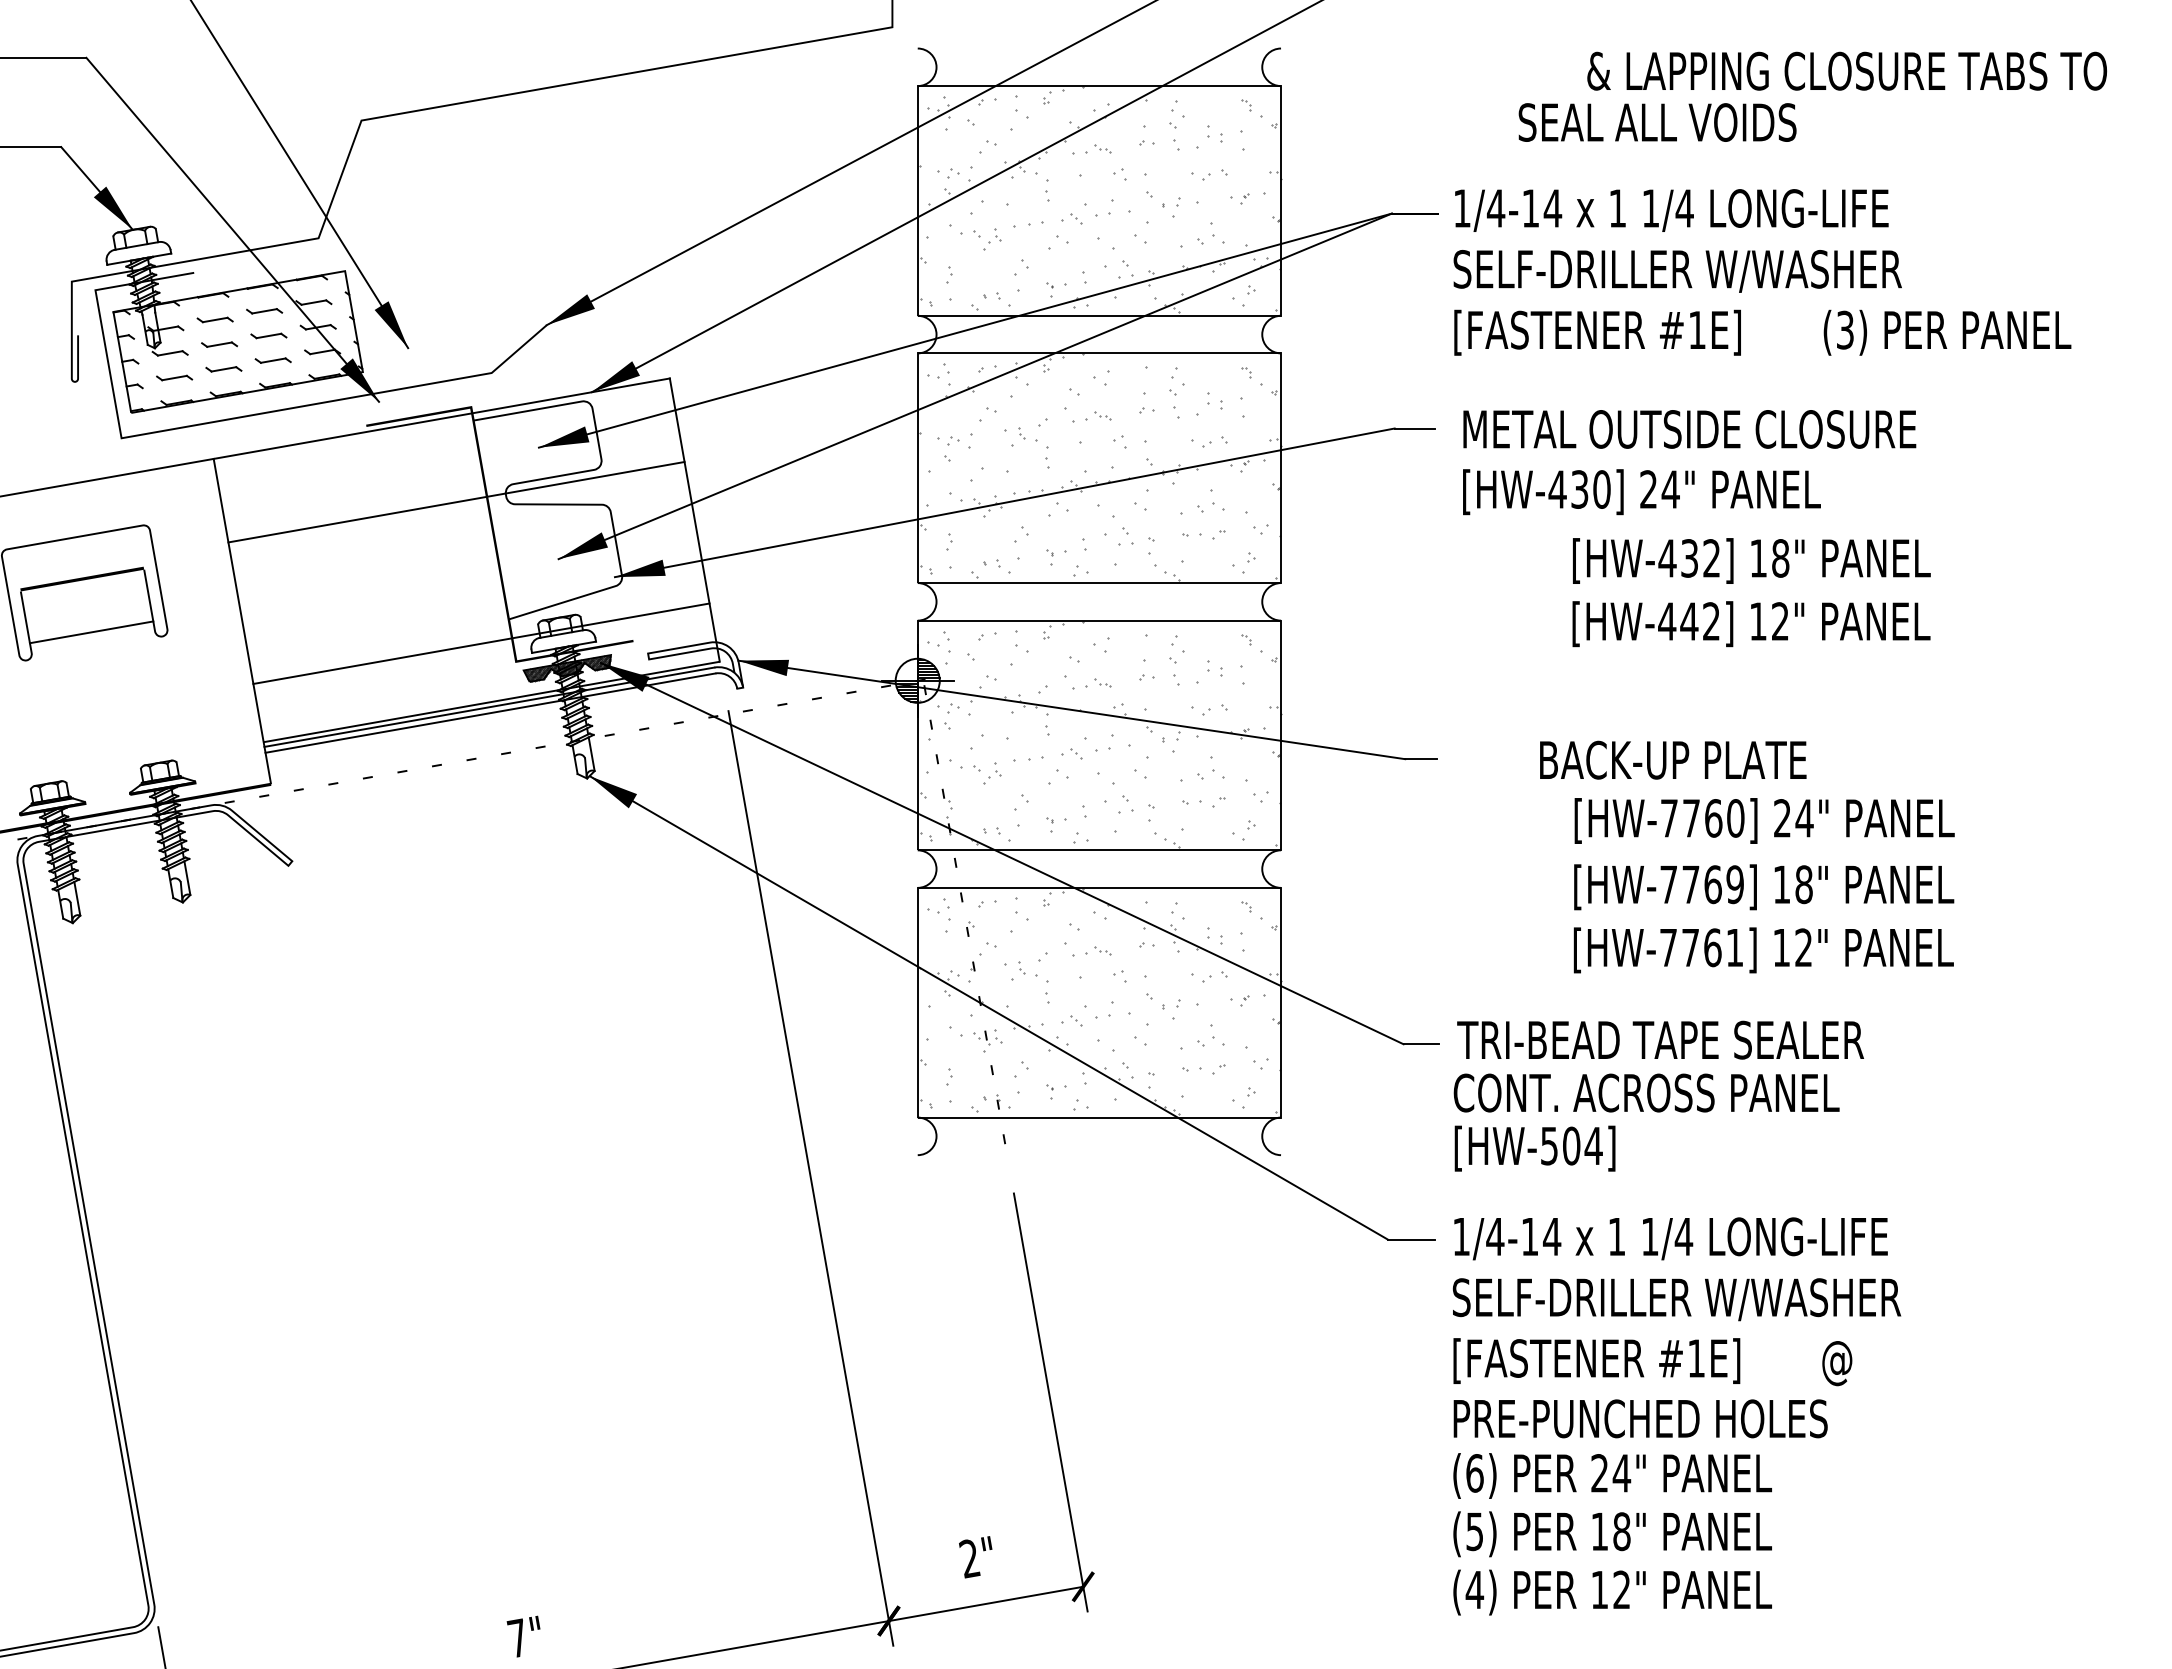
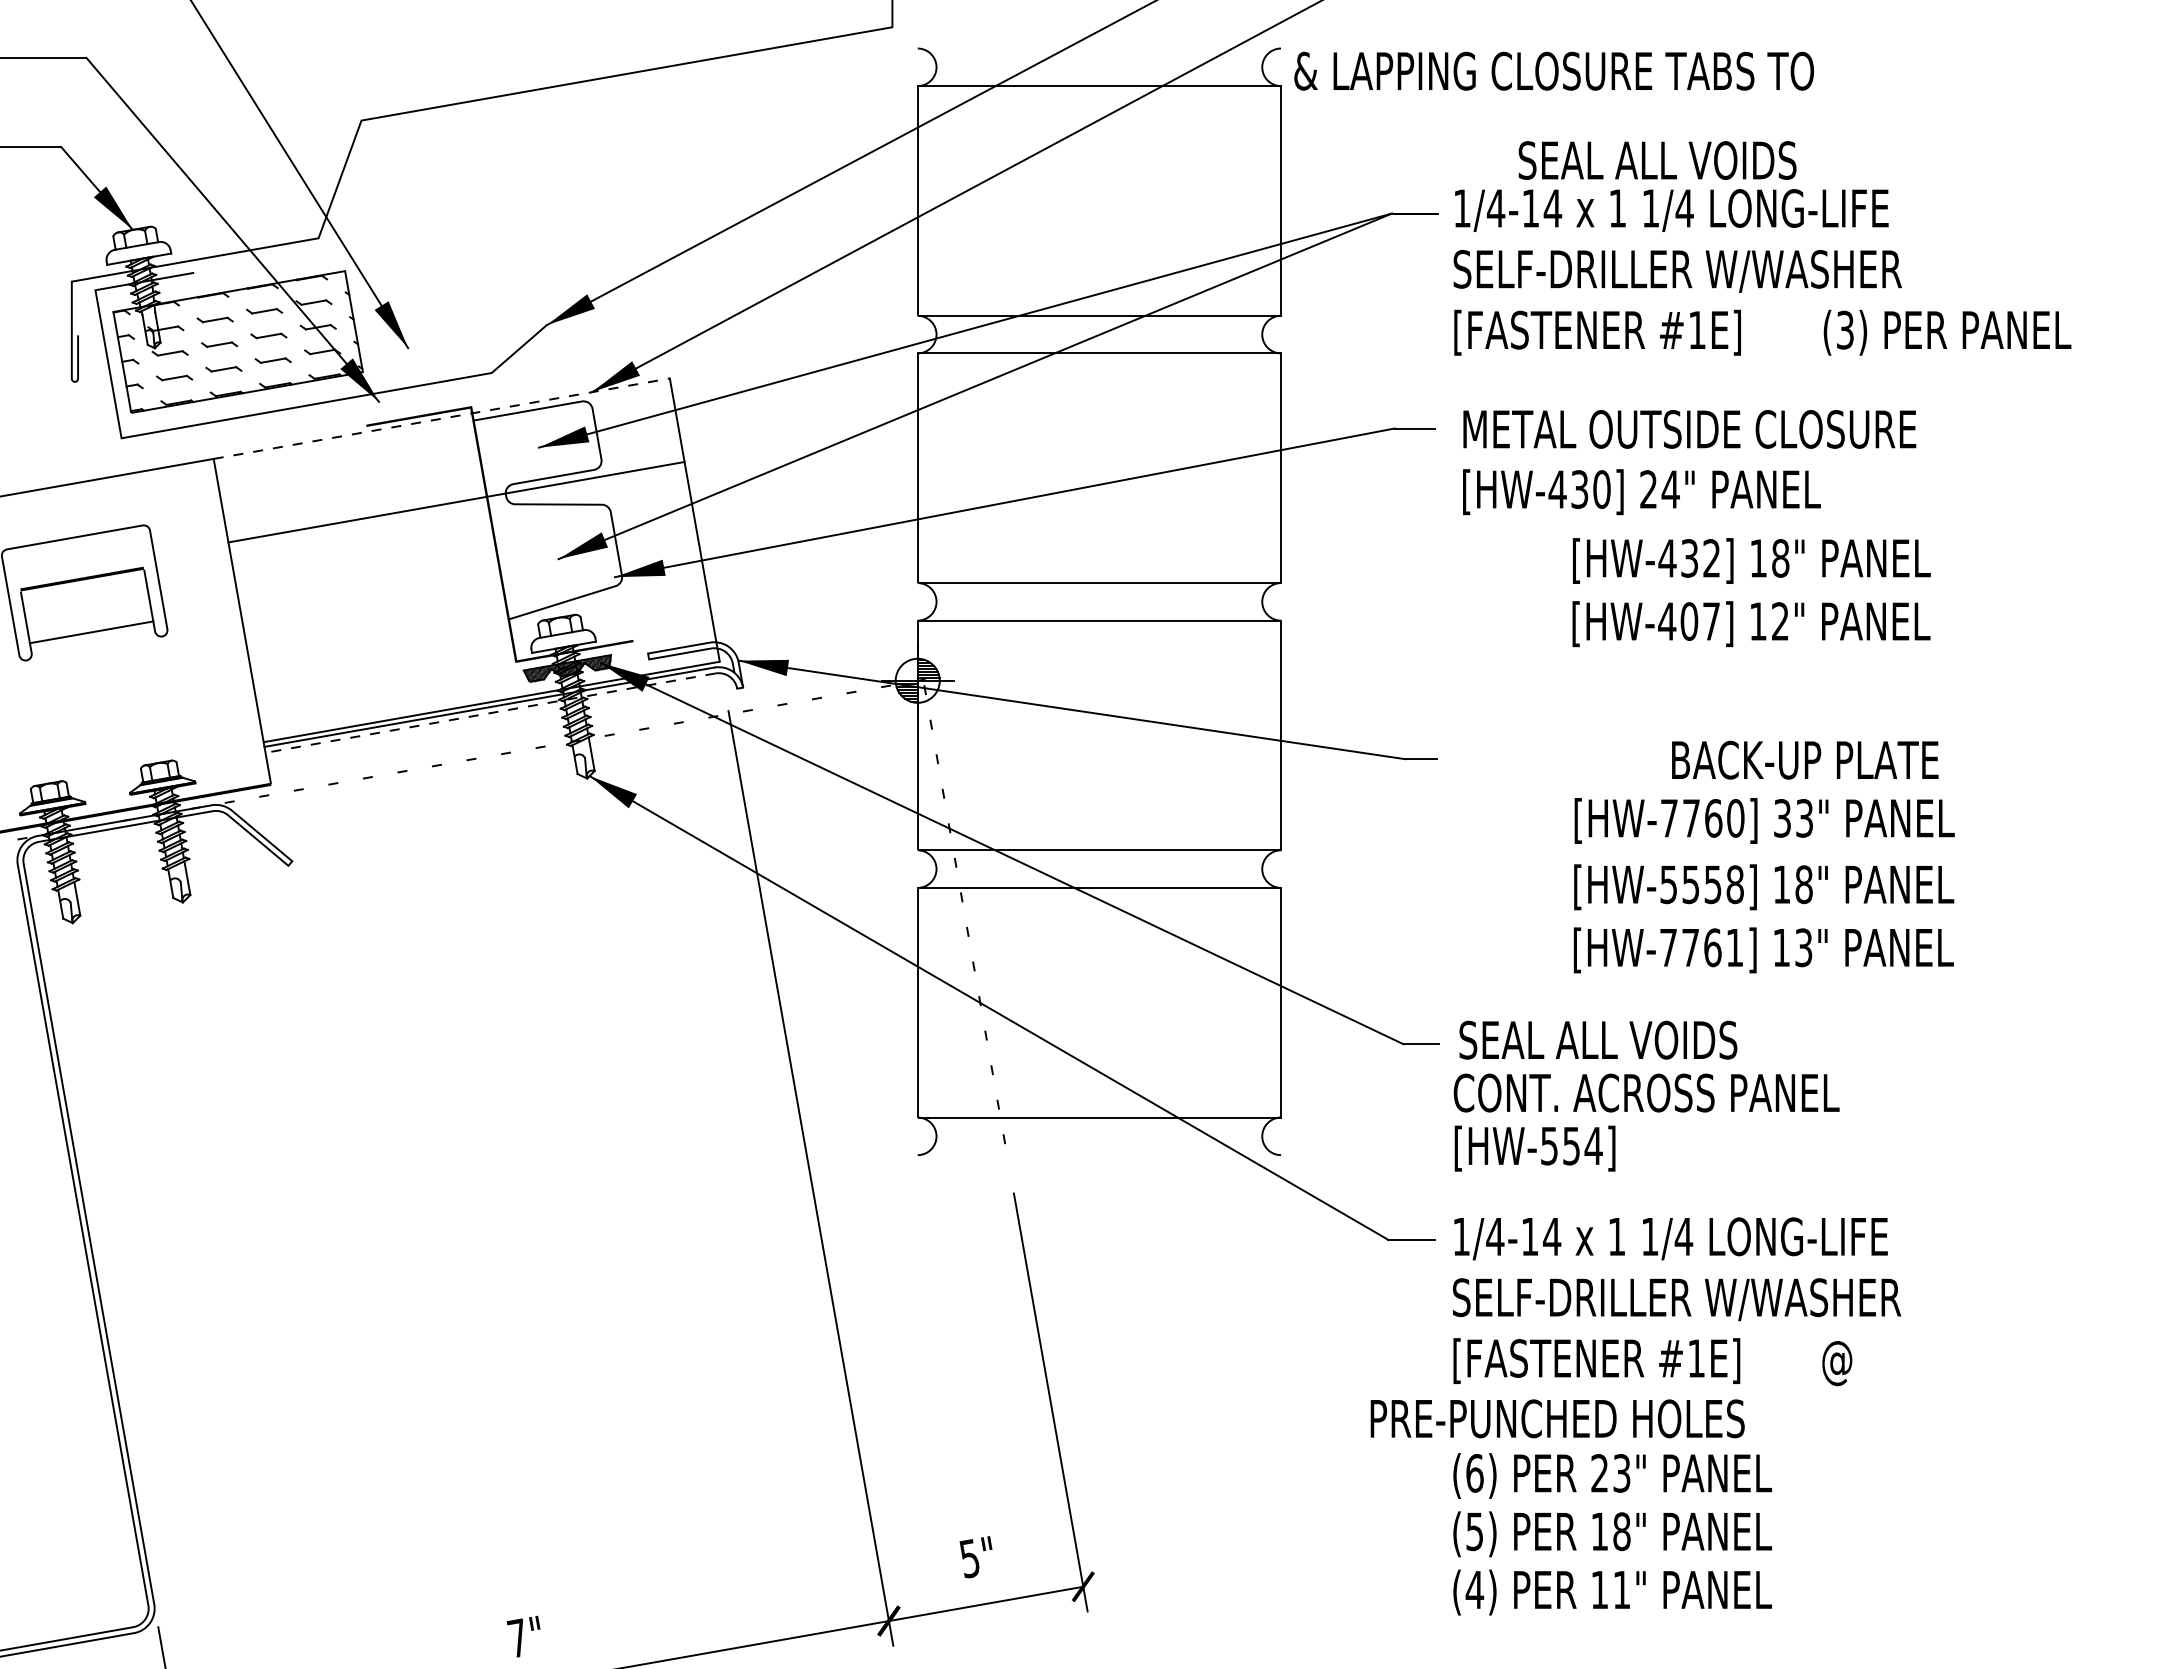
text at (1847, 70) position: (1847, 70) -> (1554, 70)
text at (1657, 122) position: (1657, 122) -> (1657, 160)
hatch at (1099, 199): present -> none
line at (441, 418): solid -> dashed
hatch at (1099, 466): present -> none
text at (1699, 621): [HW-442] -> [HW-407]
line at (481, 643): present -> none
line at (490, 713): solid -> dashed
hatch at (1099, 733): present -> none
text at (1673, 759) position: (1673, 759) -> (1805, 759)
text at (1793, 818): 24" -> 33"
text at (1701, 884): [HW-7769] -> [HW-5558]
text at (1803, 947): 12" -> 13"
hatch at (1099, 1001): present -> none
text at (1660, 1039): TRI-BEAD TAPE SEALER -> SEAL ALL VOIDS
text at (1571, 1145): [HW-504] -> [HW-554]
text at (1640, 1418) position: (1640, 1418) -> (1557, 1418)
text at (1621, 1473): 24" -> 23"
text at (969, 1558): 2" -> 5"
text at (1621, 1589): 12" -> 11"
